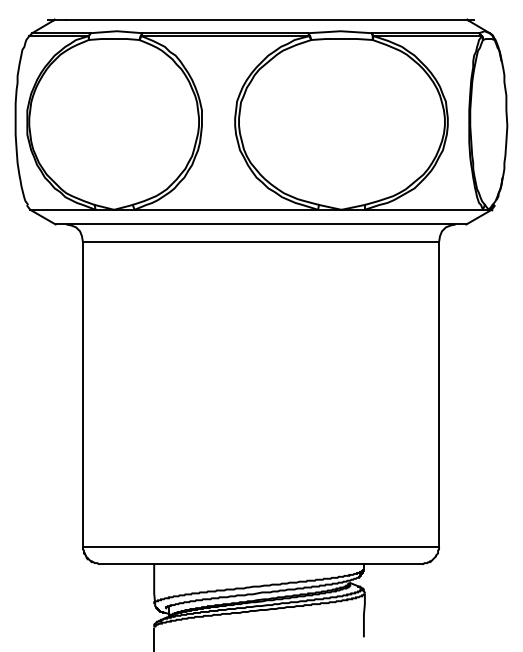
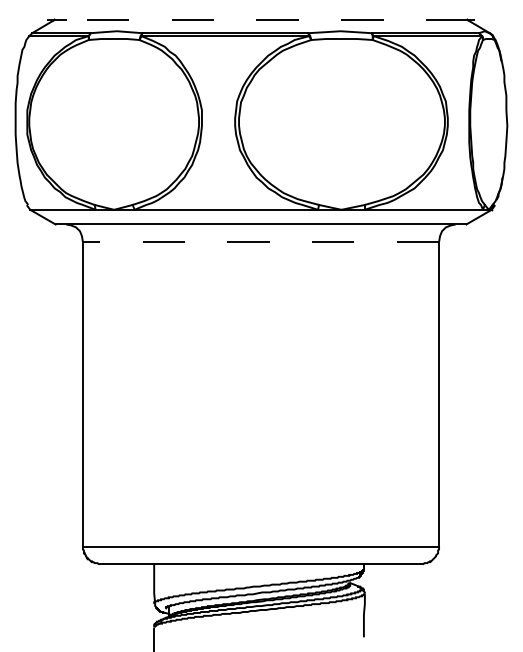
line at (267, 20): solid -> dashed
line at (260, 242): solid -> dashed
